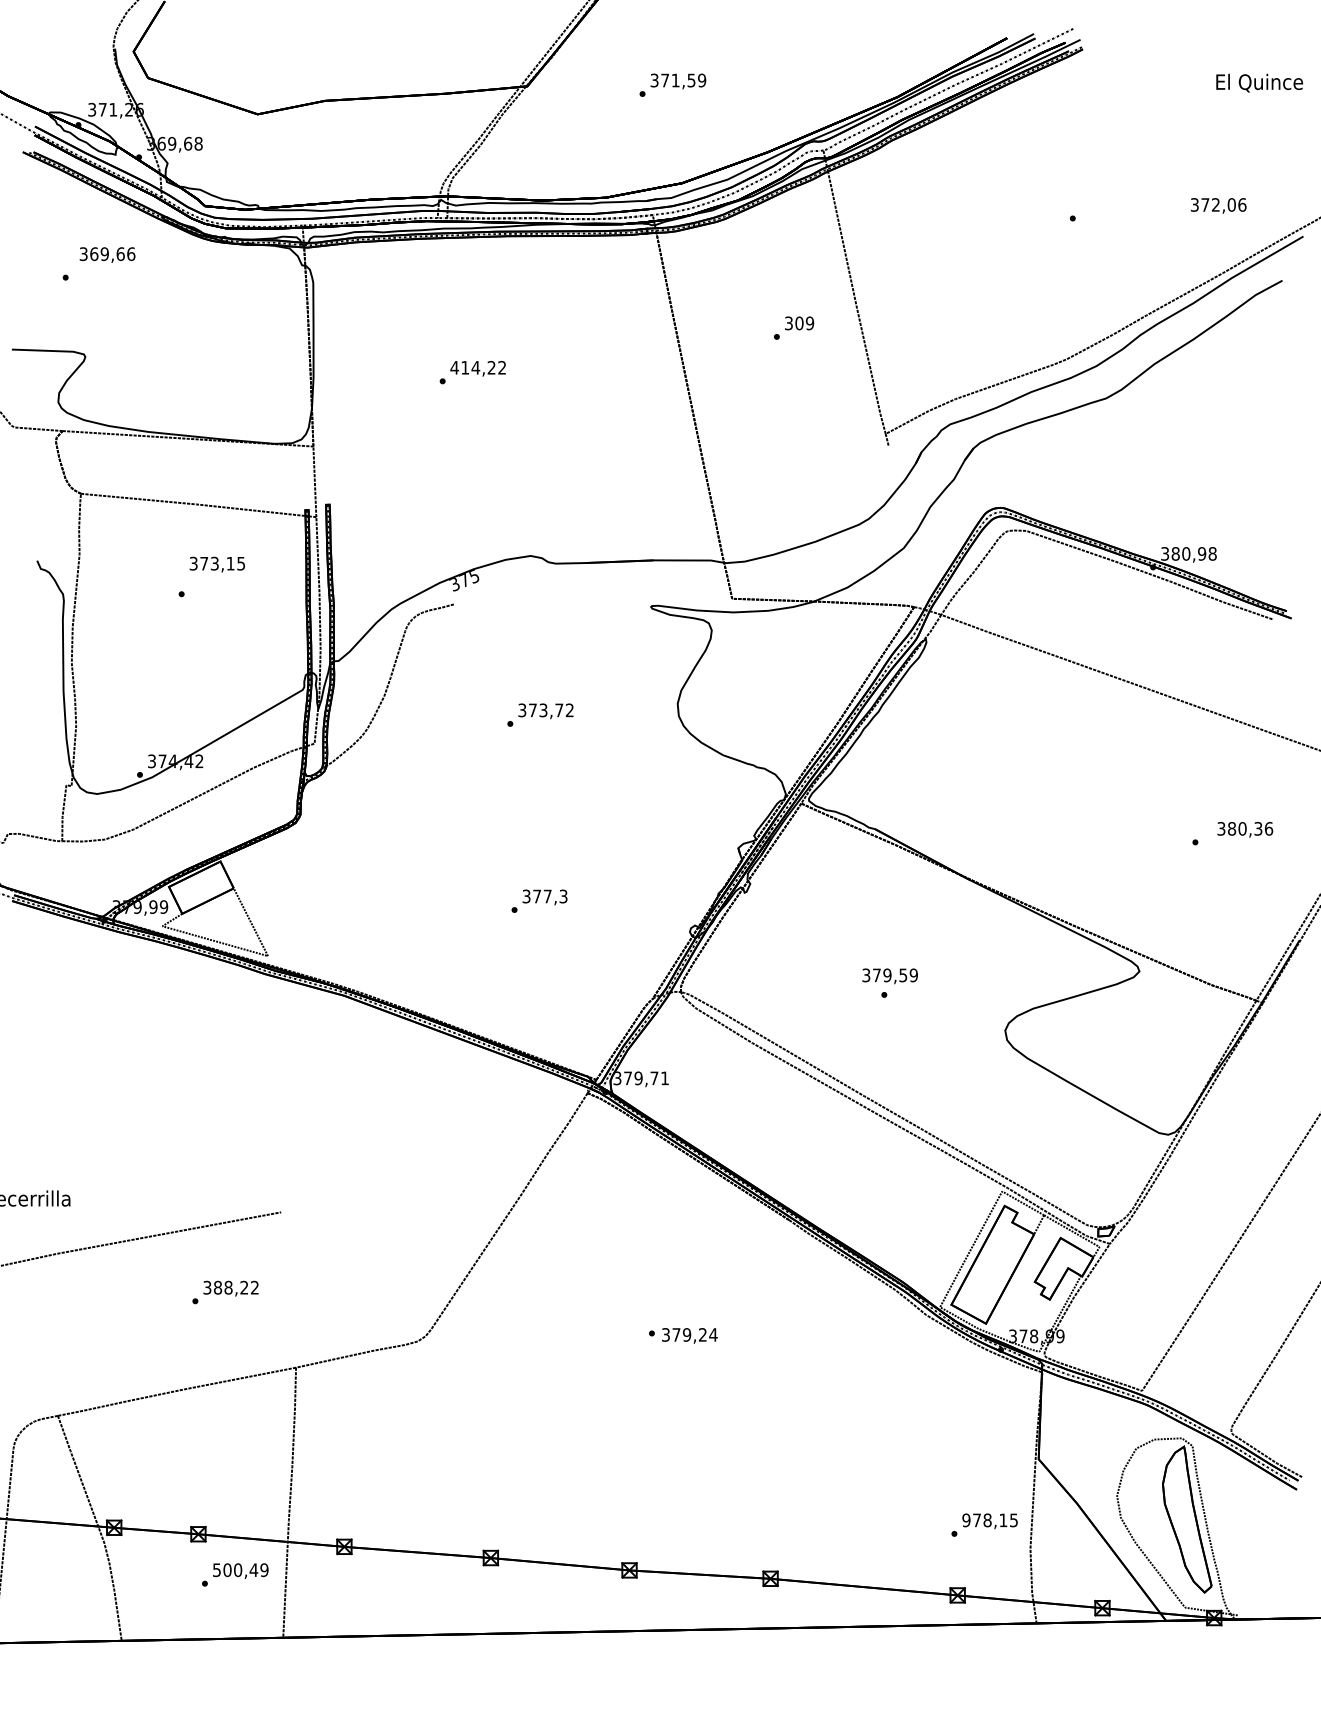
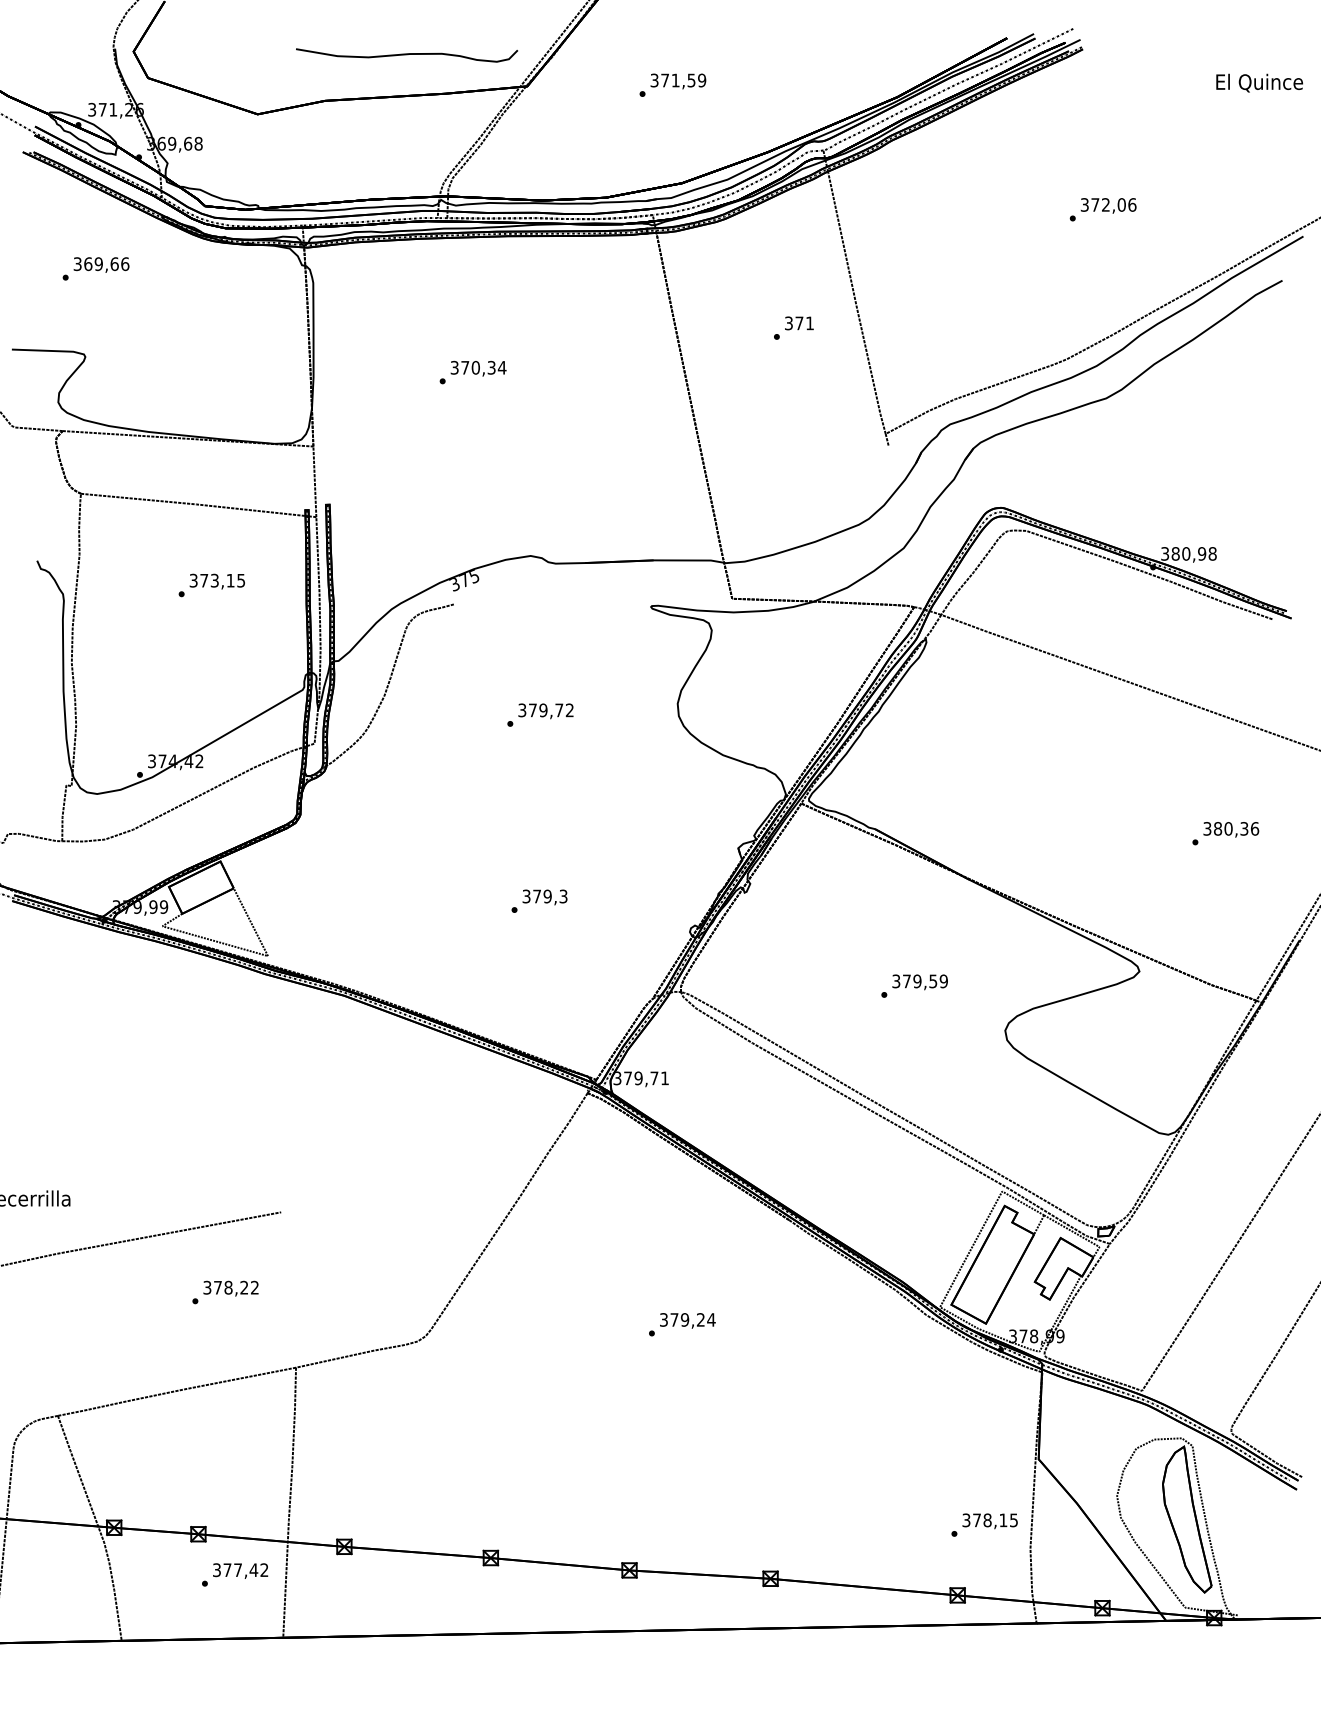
curve at (407, 55): none -> present
text at (1218, 205) position: (1218, 205) -> (1108, 205)
text at (107, 254) position: (107, 254) -> (101, 264)
text at (804, 323): 309 -> 371
text at (478, 367): 414,22 -> 370,34
text at (216, 564) position: (216, 564) -> (216, 581)
text at (543, 710): 373,72 -> 379,72
text at (1245, 829) position: (1245, 829) -> (1231, 829)
text at (547, 896): 377,3 -> 379,3
text at (889, 976) position: (889, 976) -> (919, 982)
text at (217, 1287): 388,22 -> 378,22
text at (689, 1335) position: (689, 1335) -> (687, 1320)
text at (966, 1519): 978,15 -> 378,15
text at (240, 1570): 500,49 -> 377,42
